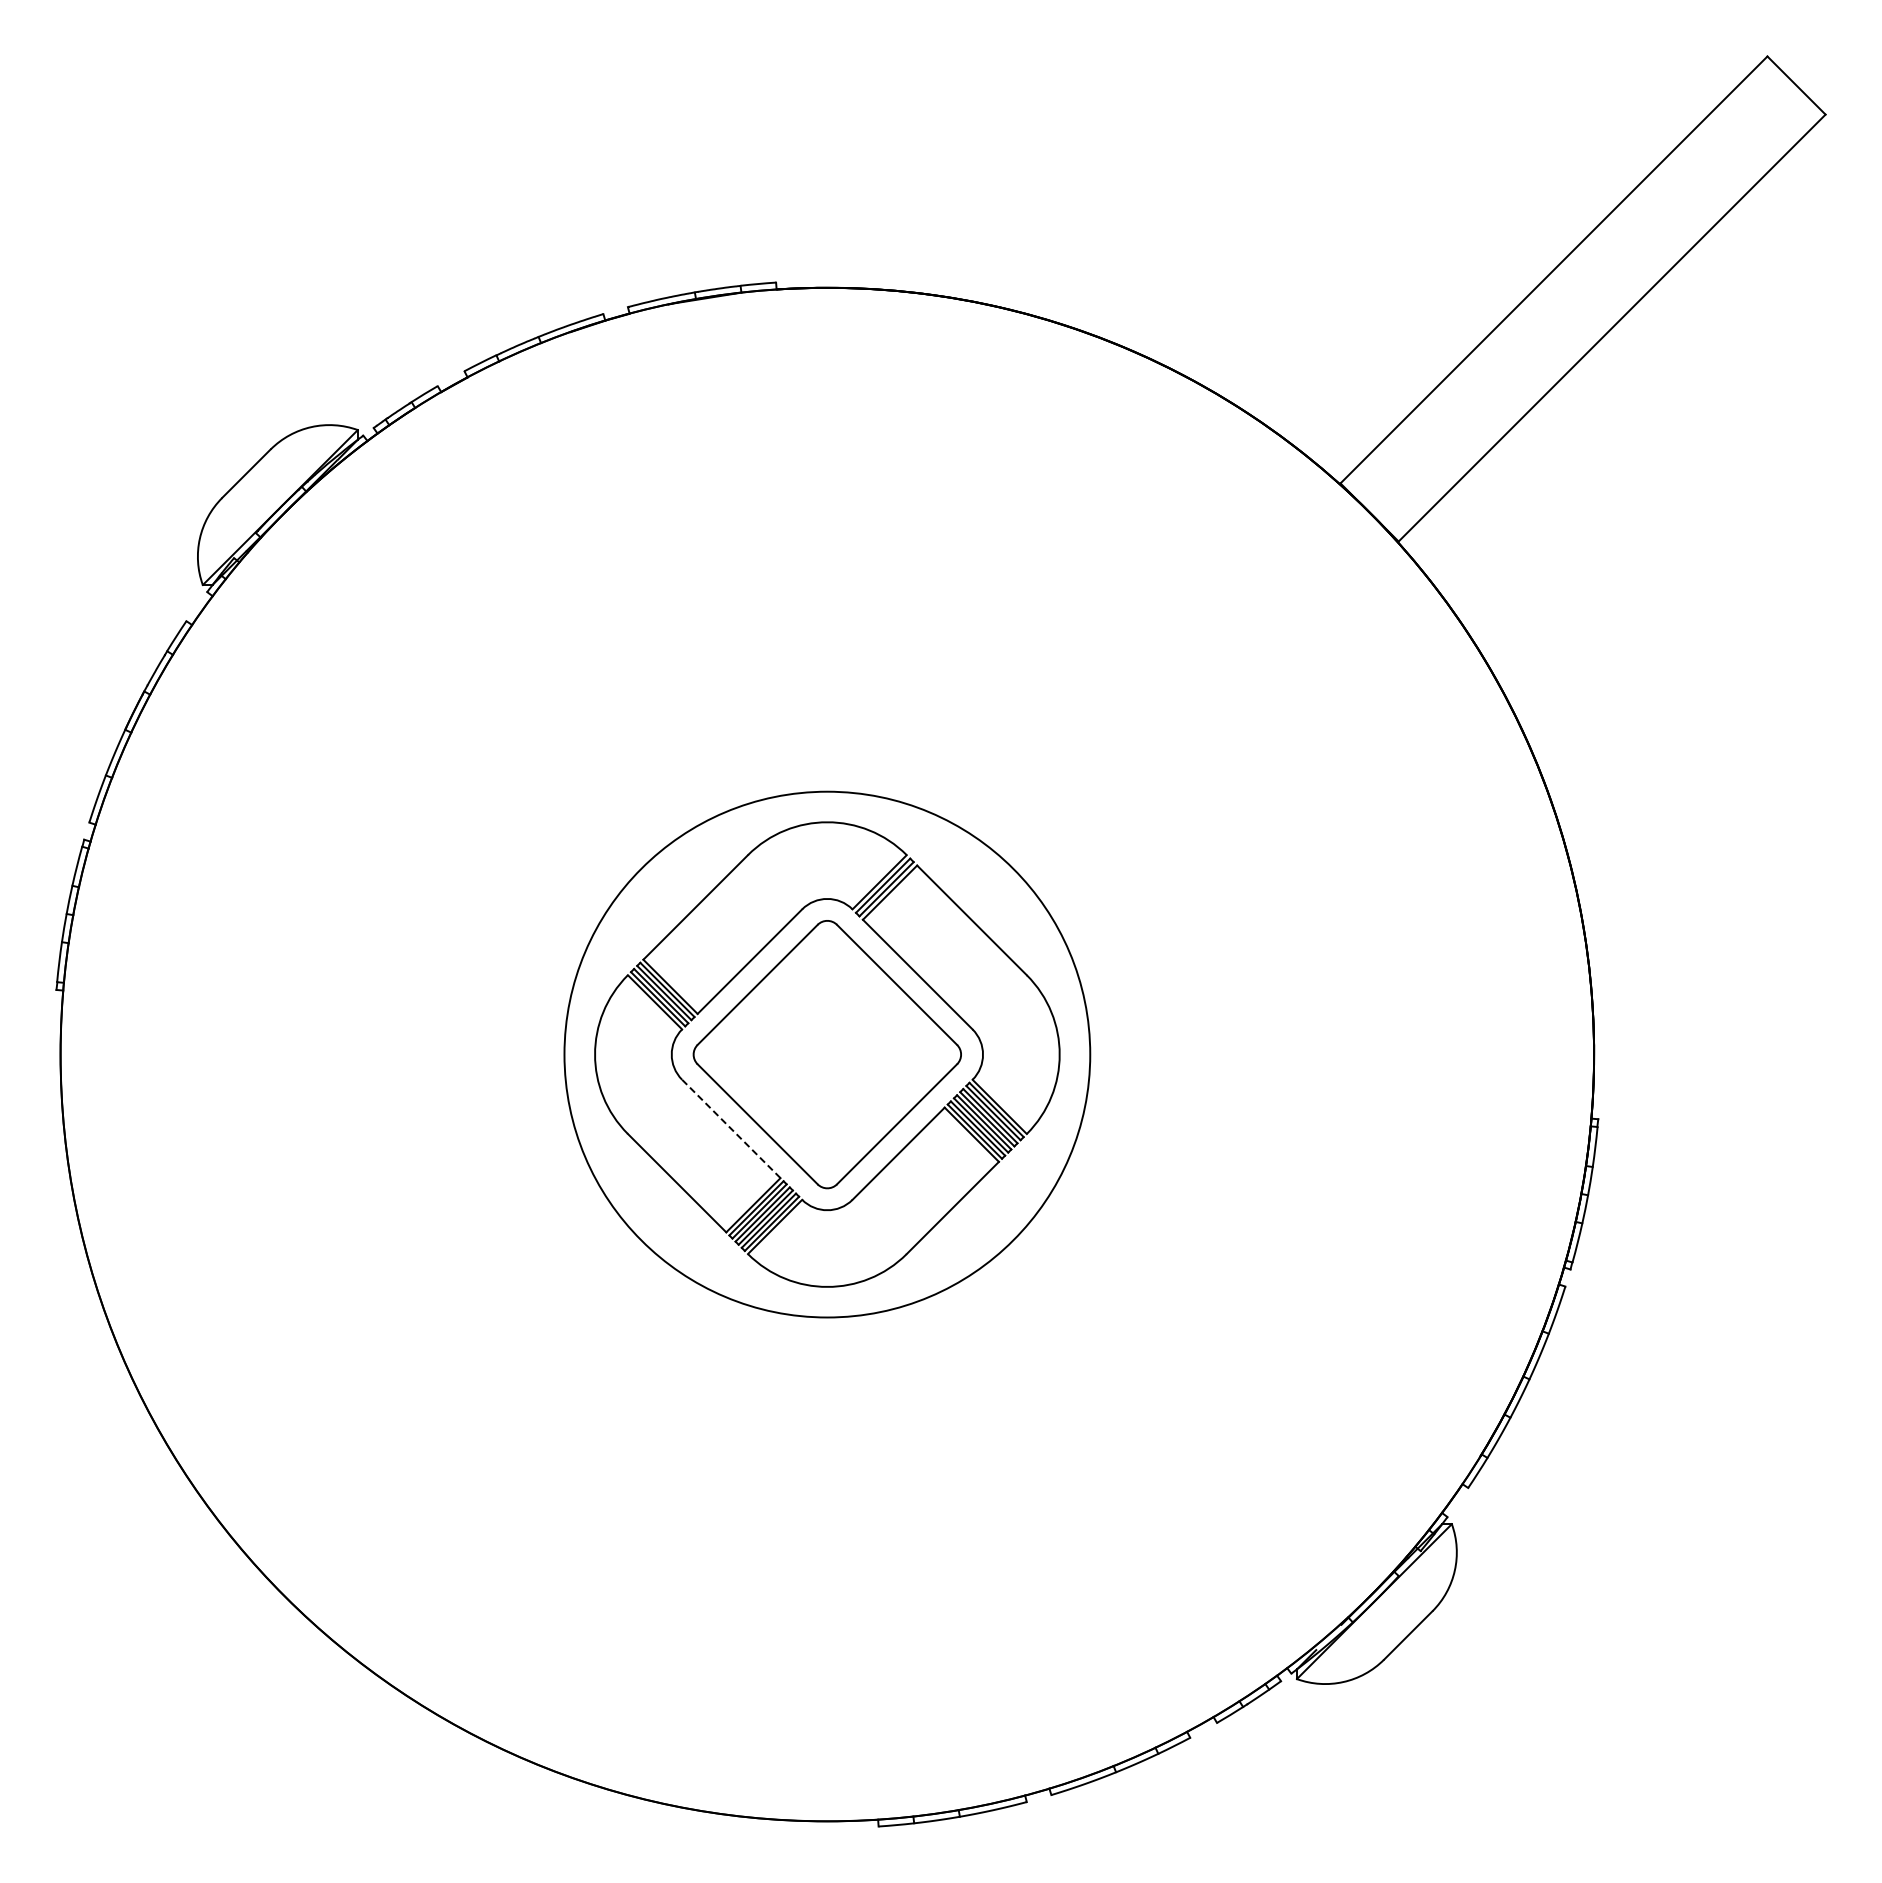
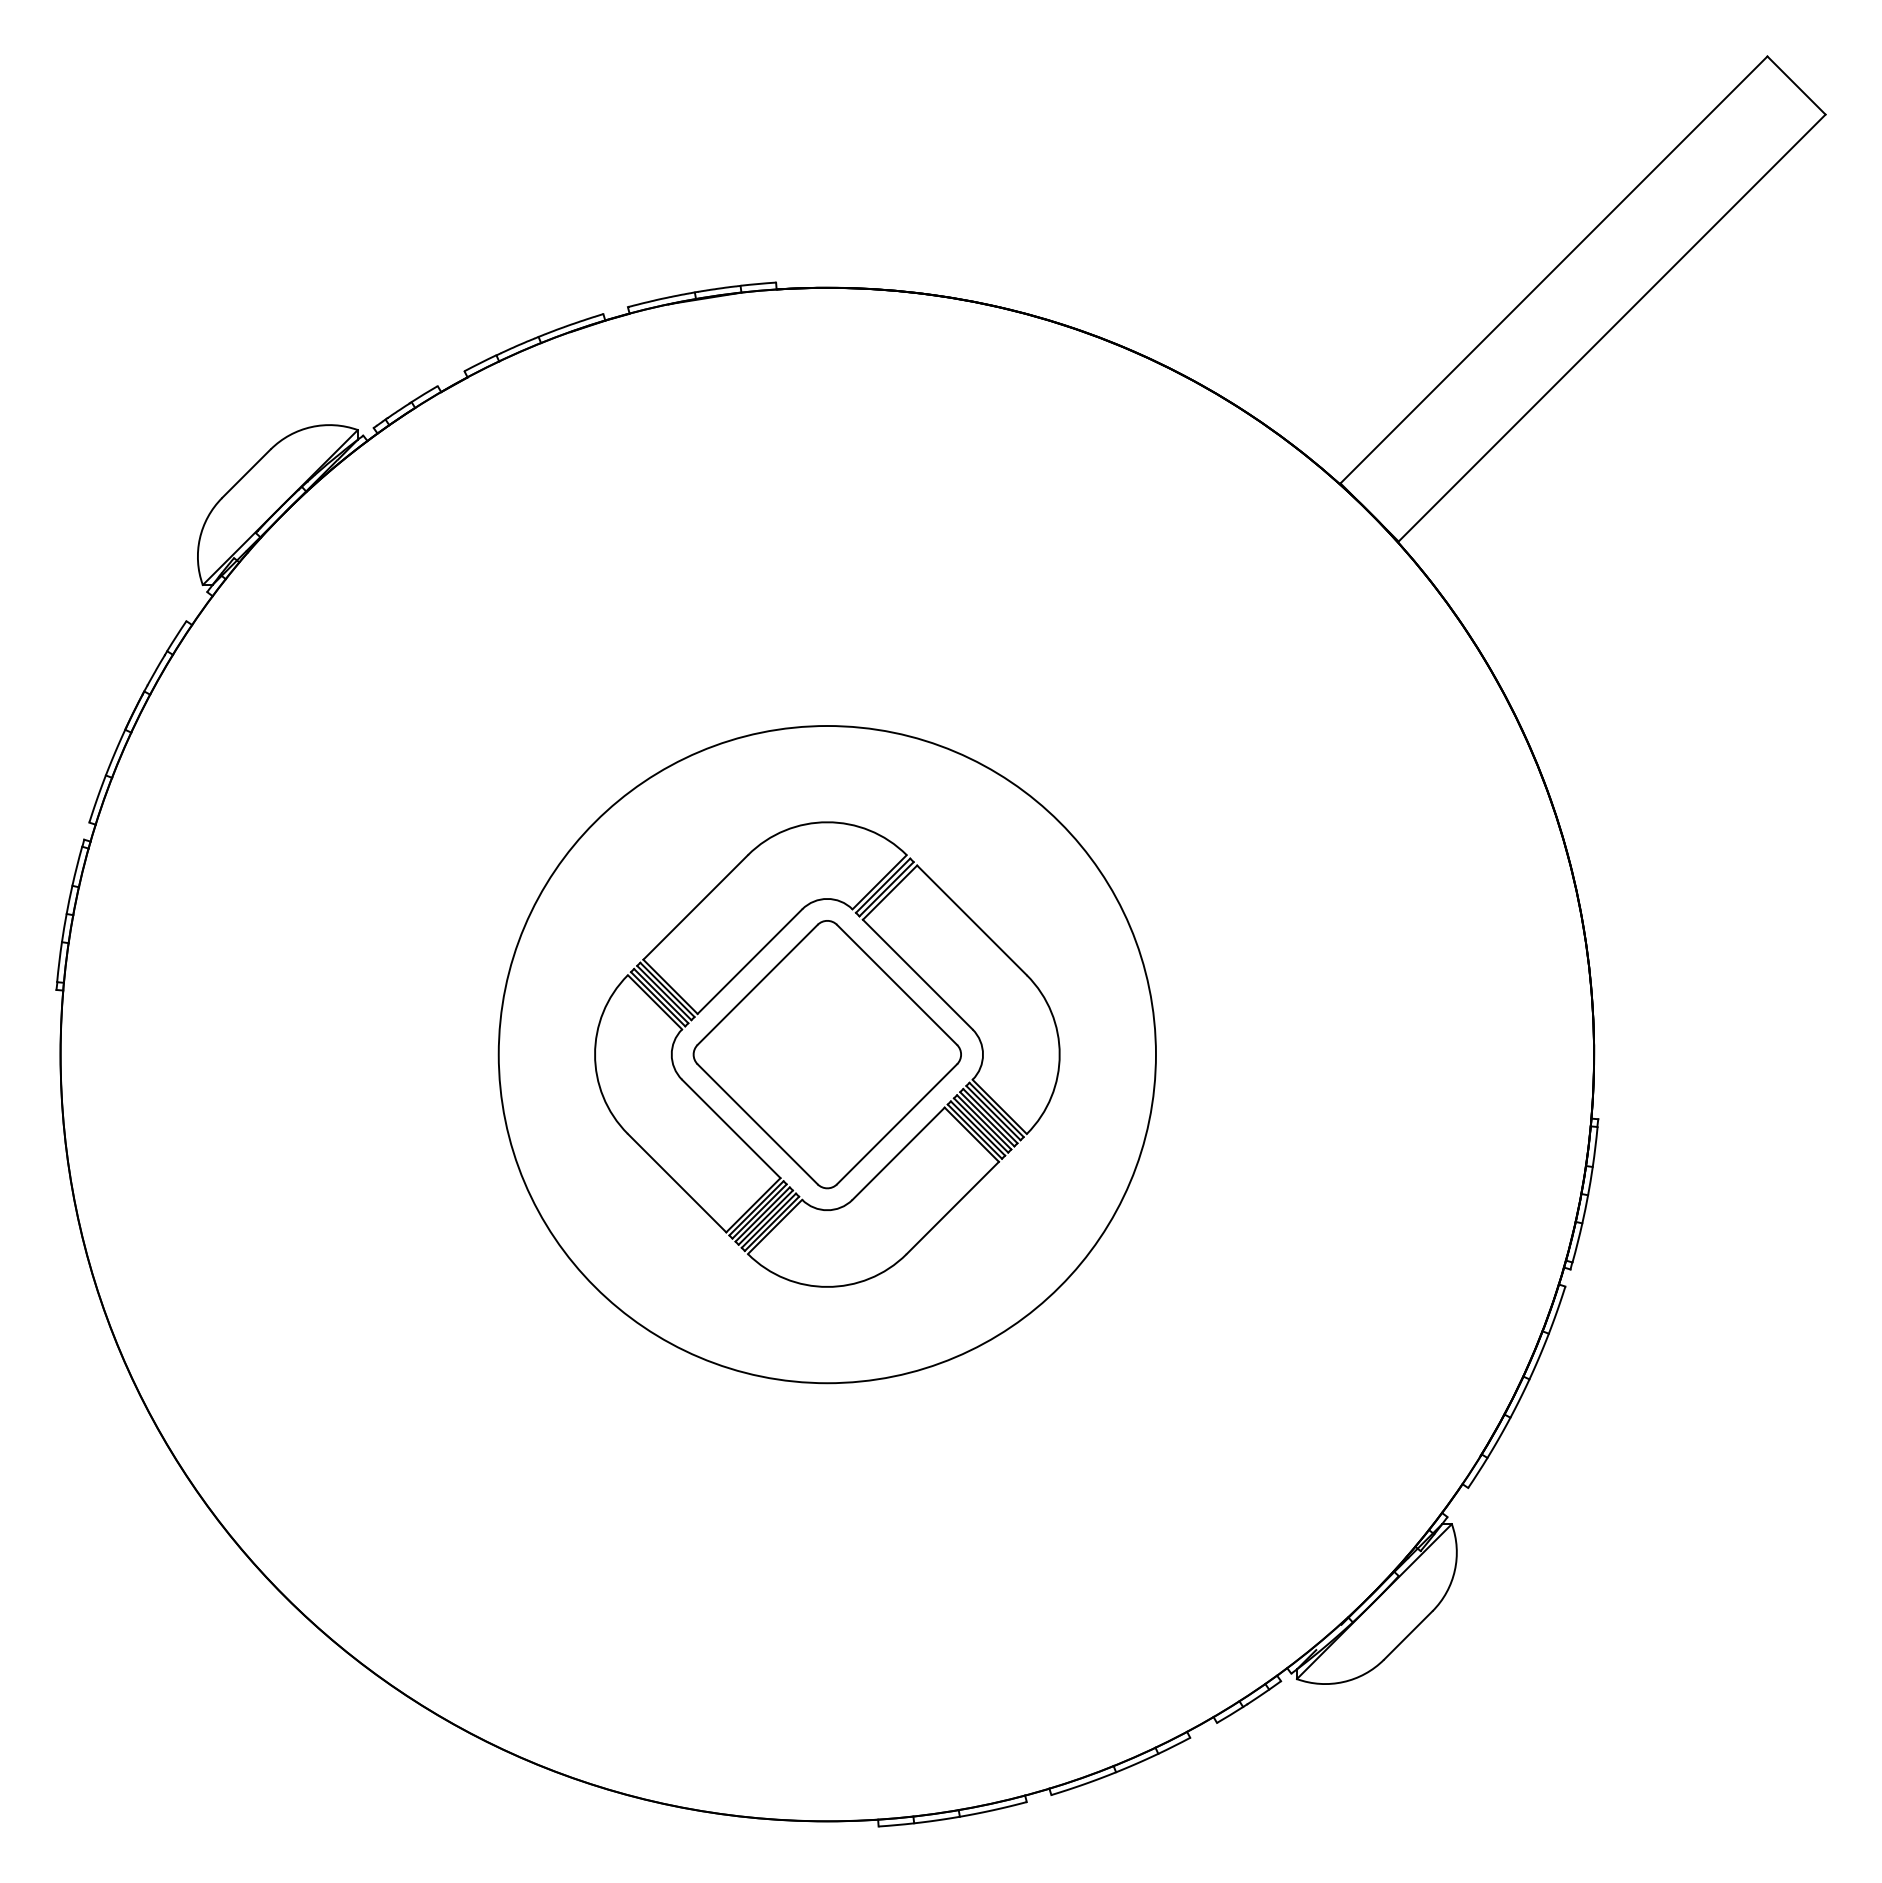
circle at (827, 1054) diameter: 526 px -> 657 px
line at (731, 1128): dashed -> solid
